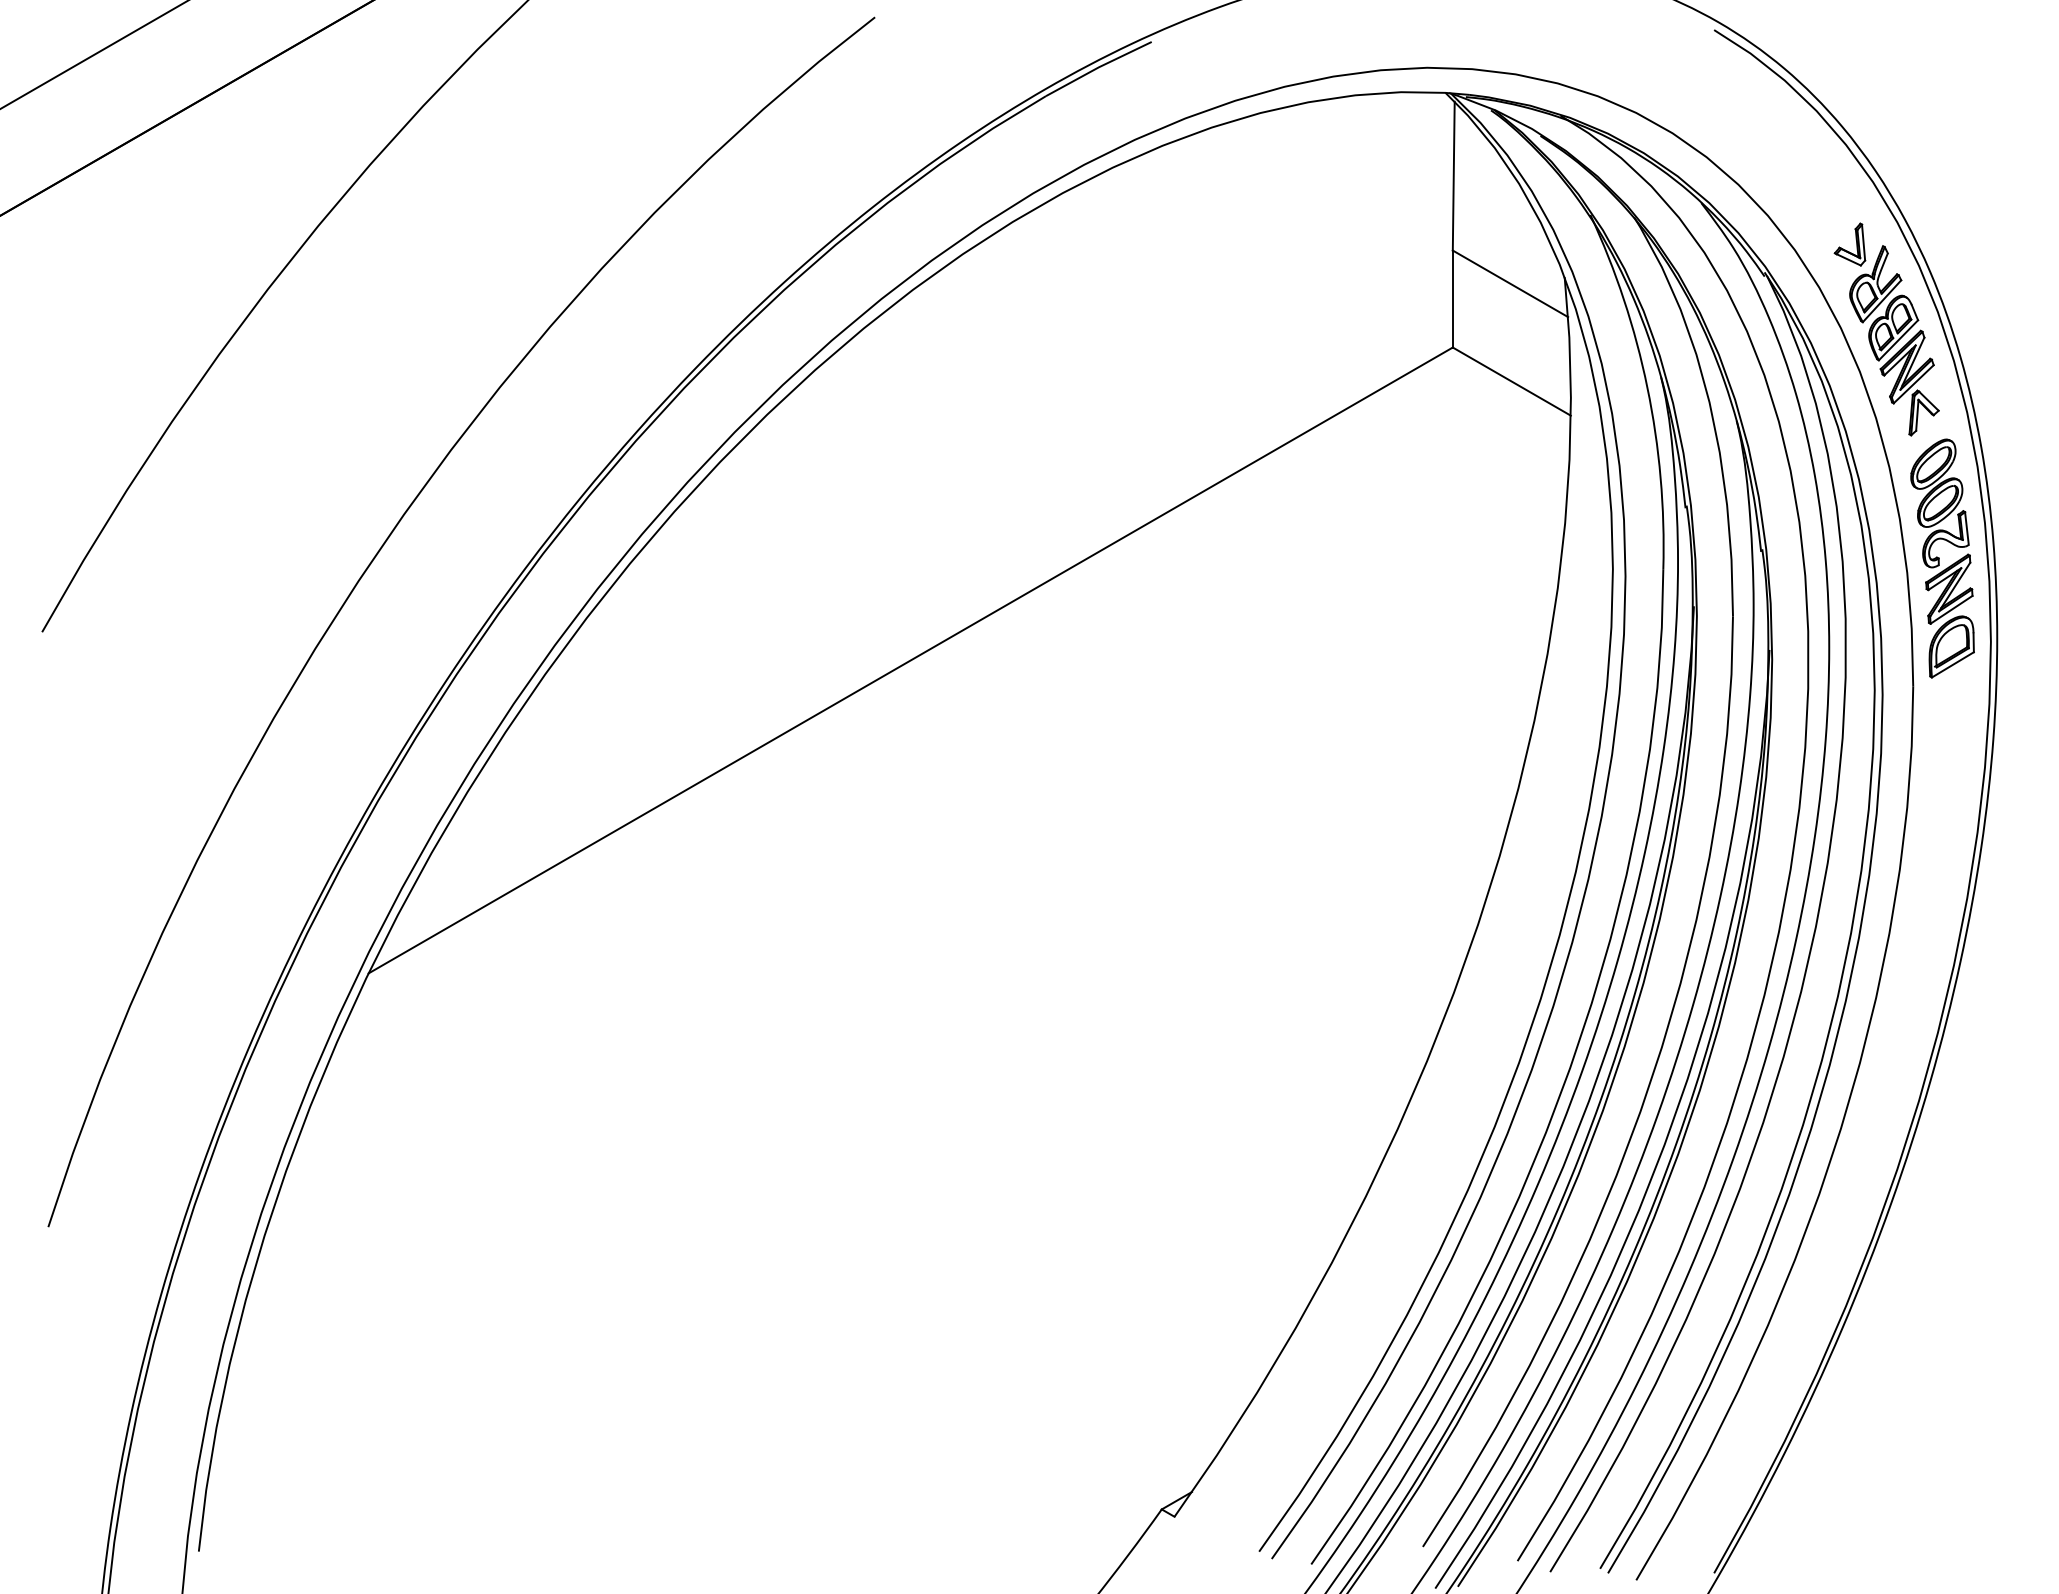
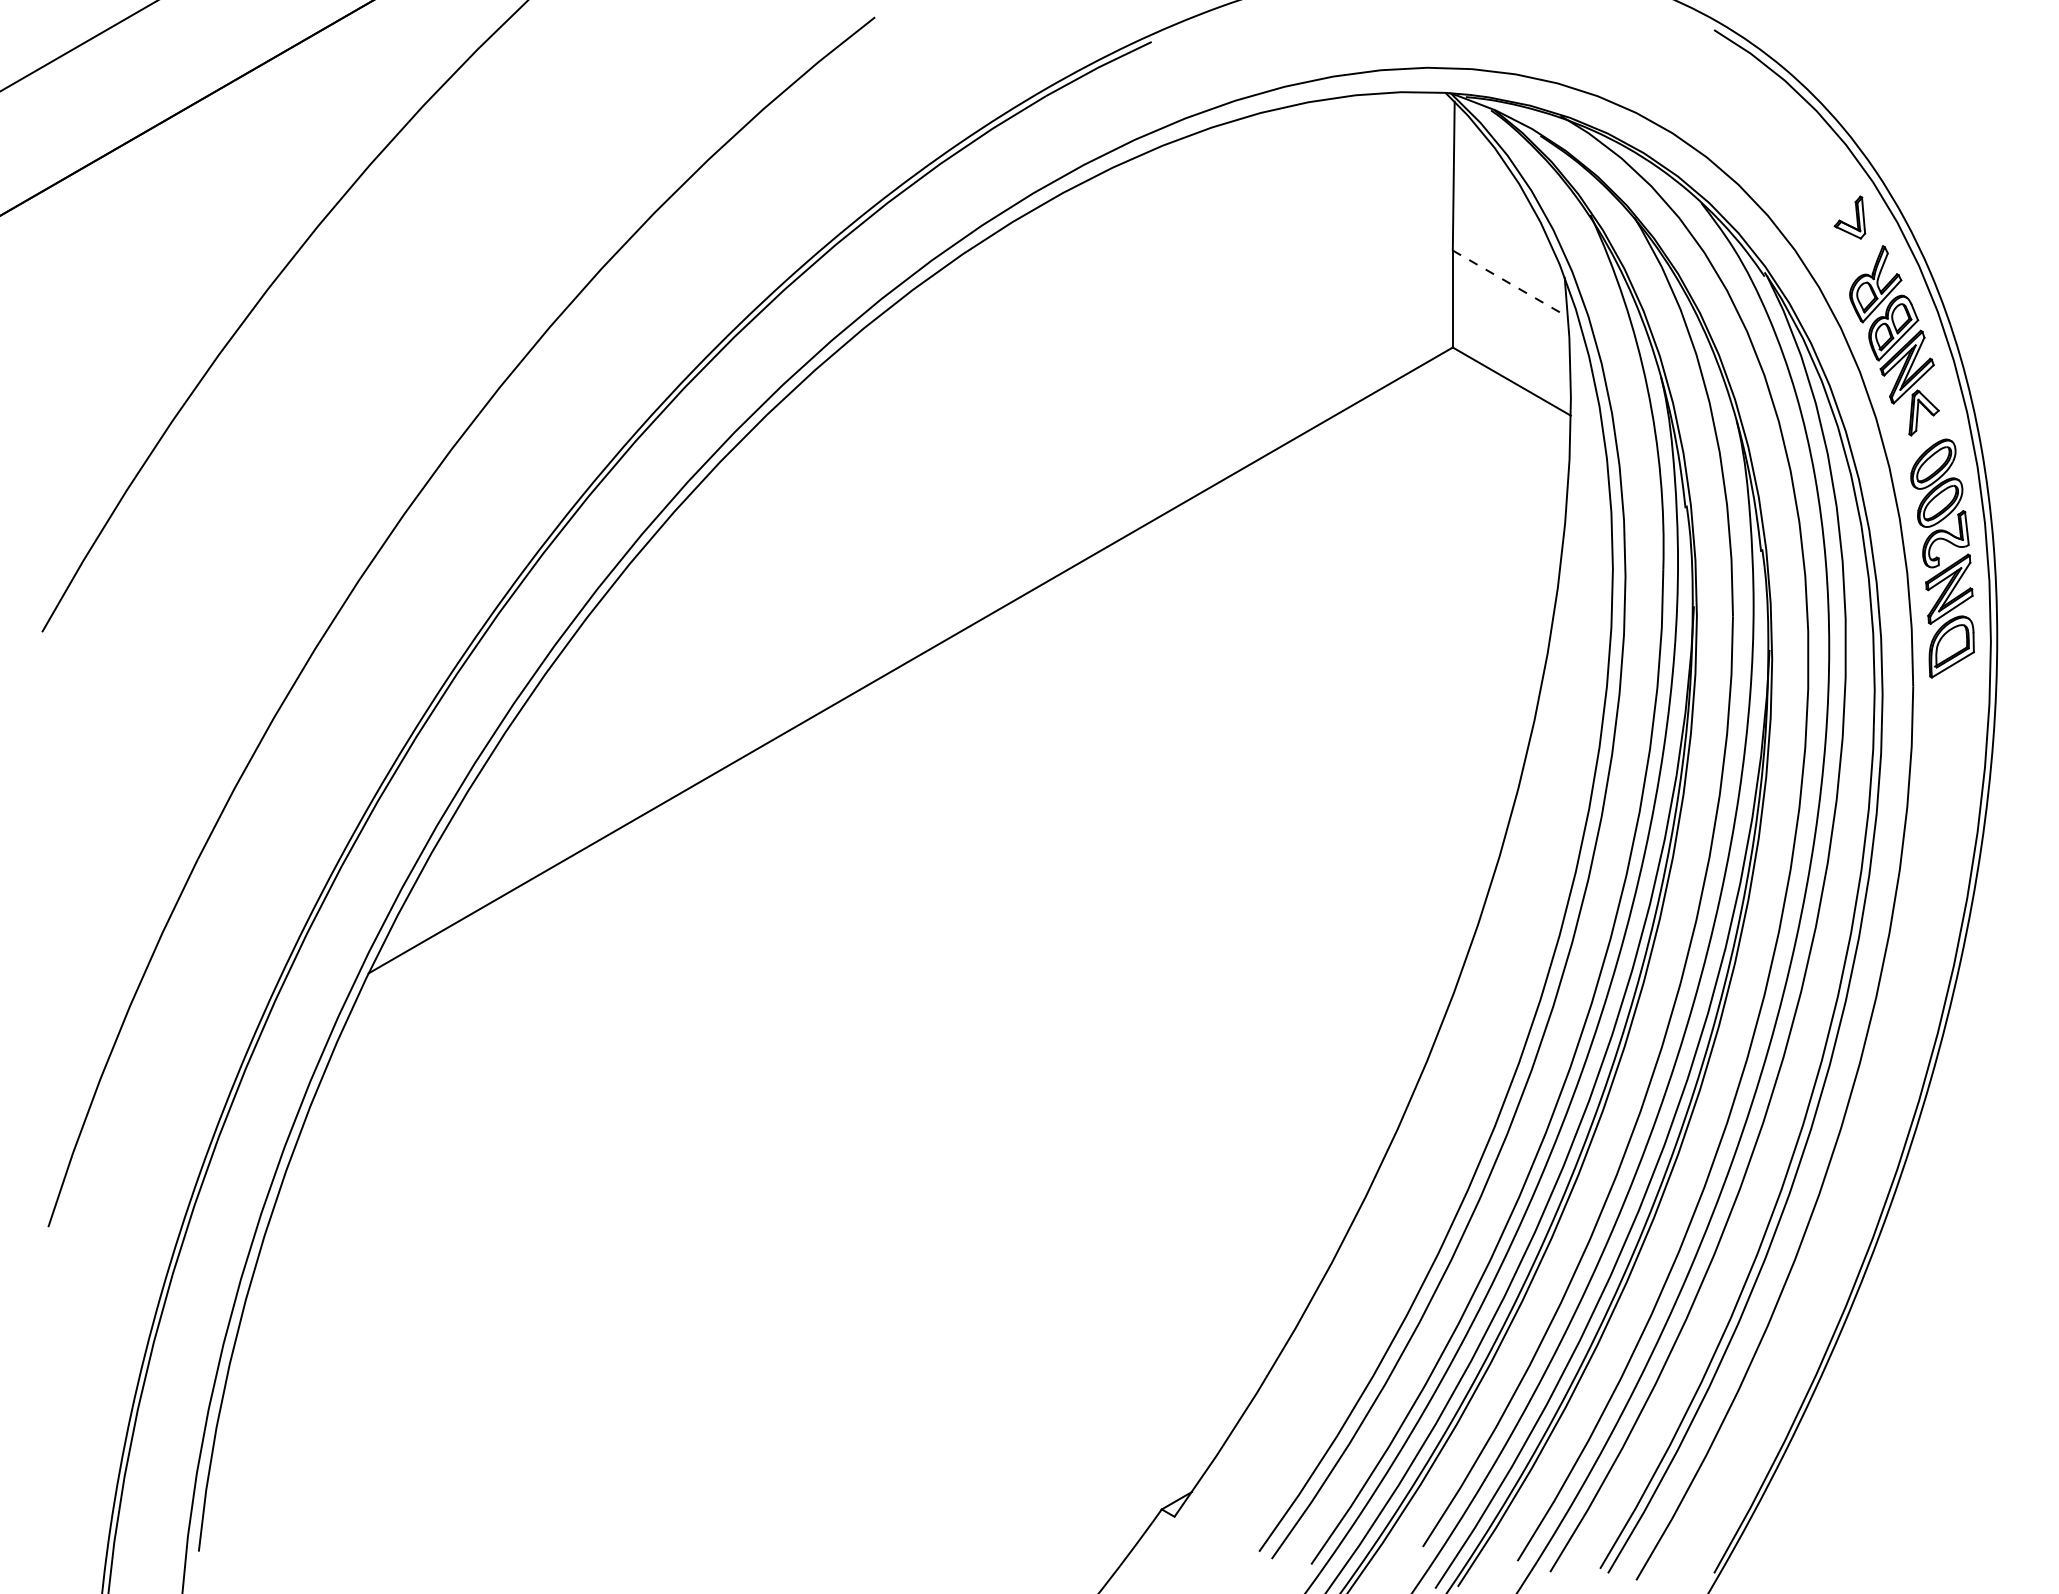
line at (93, 55) position: (93, 55) -> (78, 46)
part at (1847, 250) position: (1847, 250) -> (1847, 223)
line at (1510, 283): solid -> dashed
